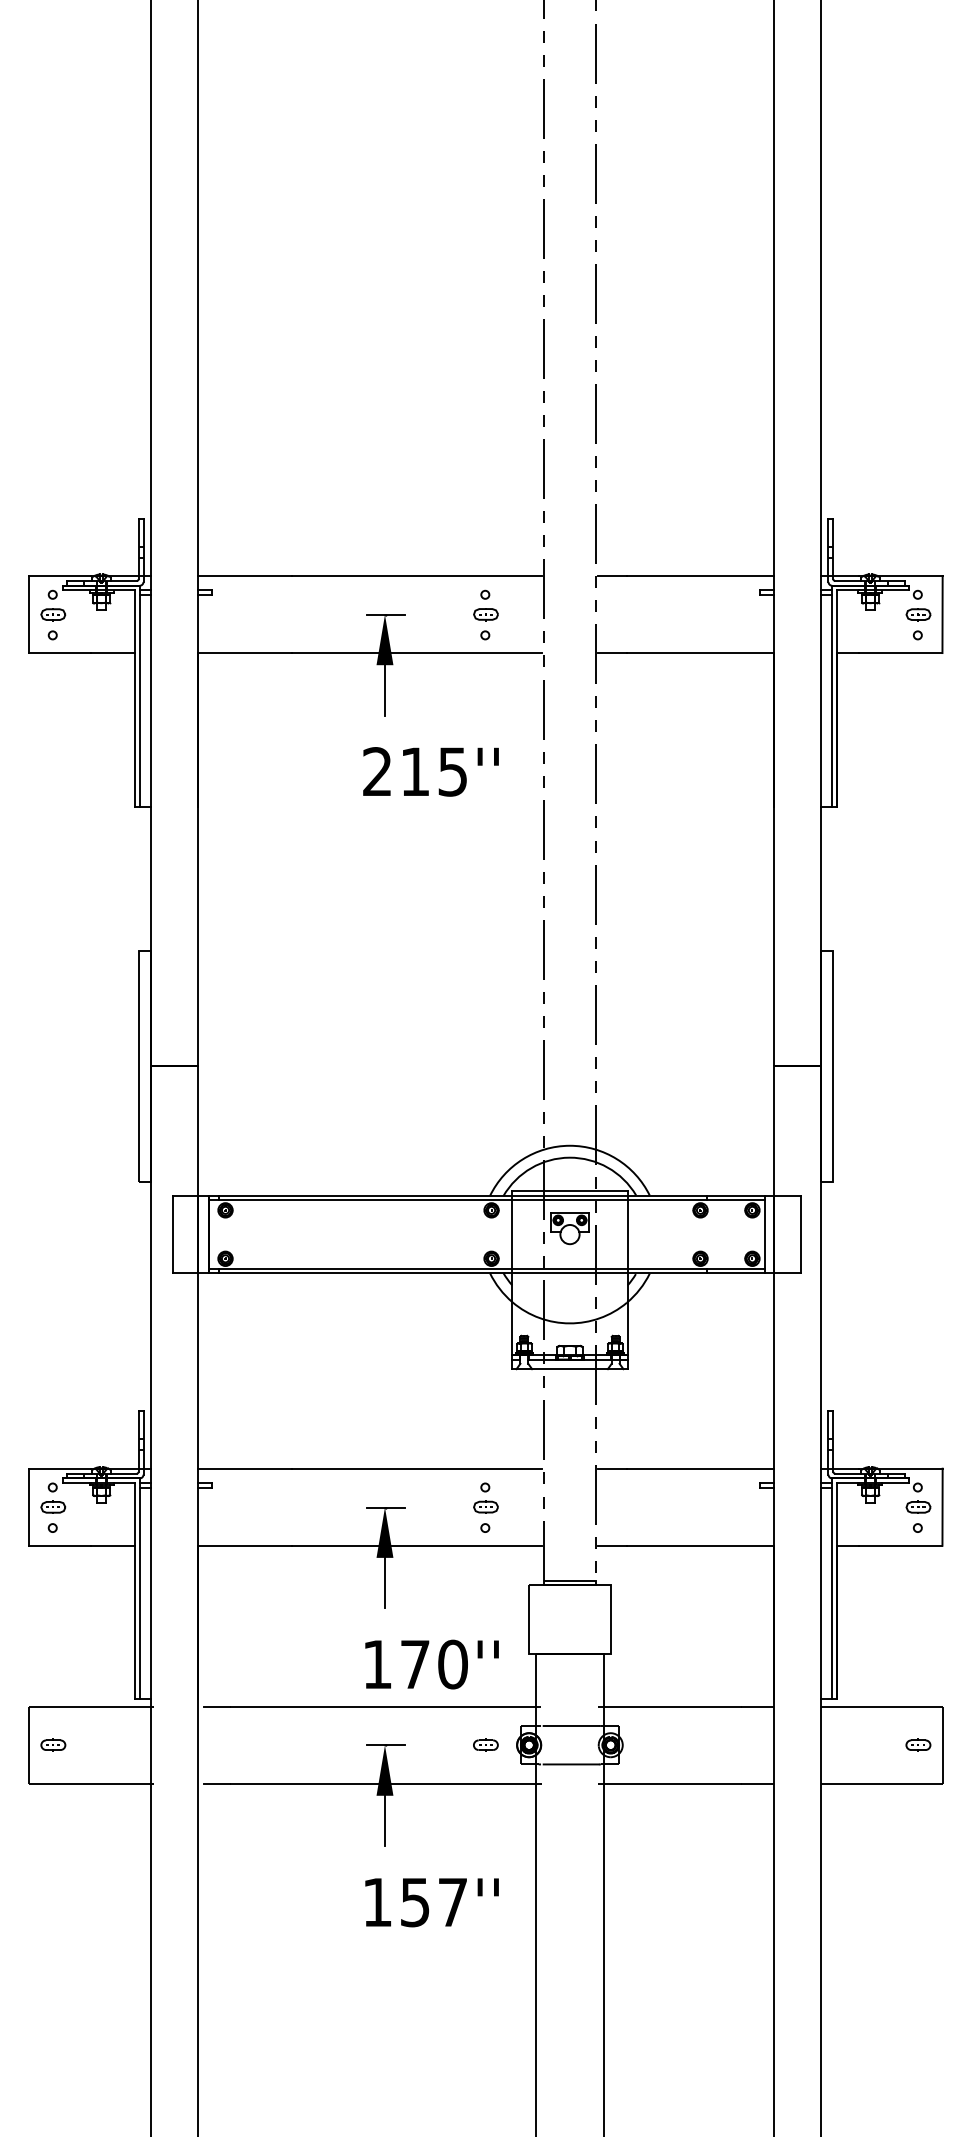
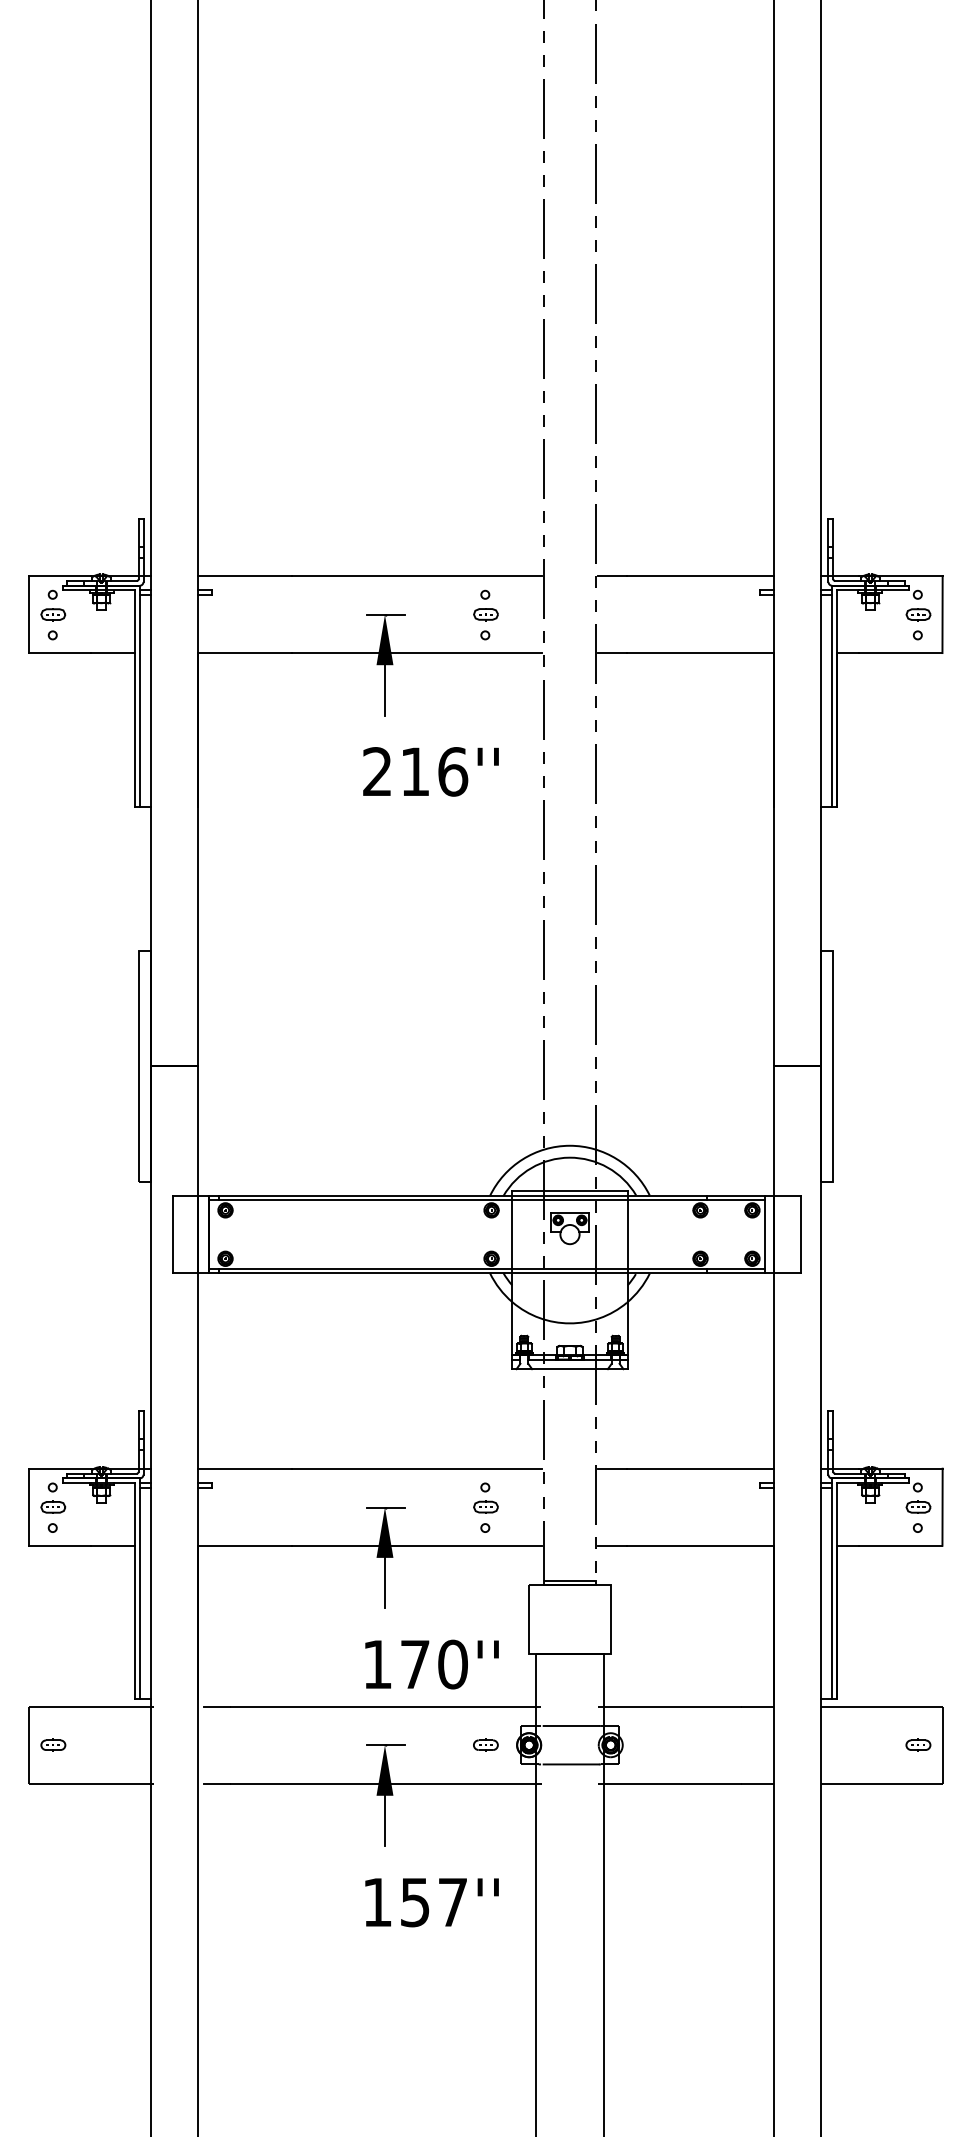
text at (453, 771): 215'' -> 216''
